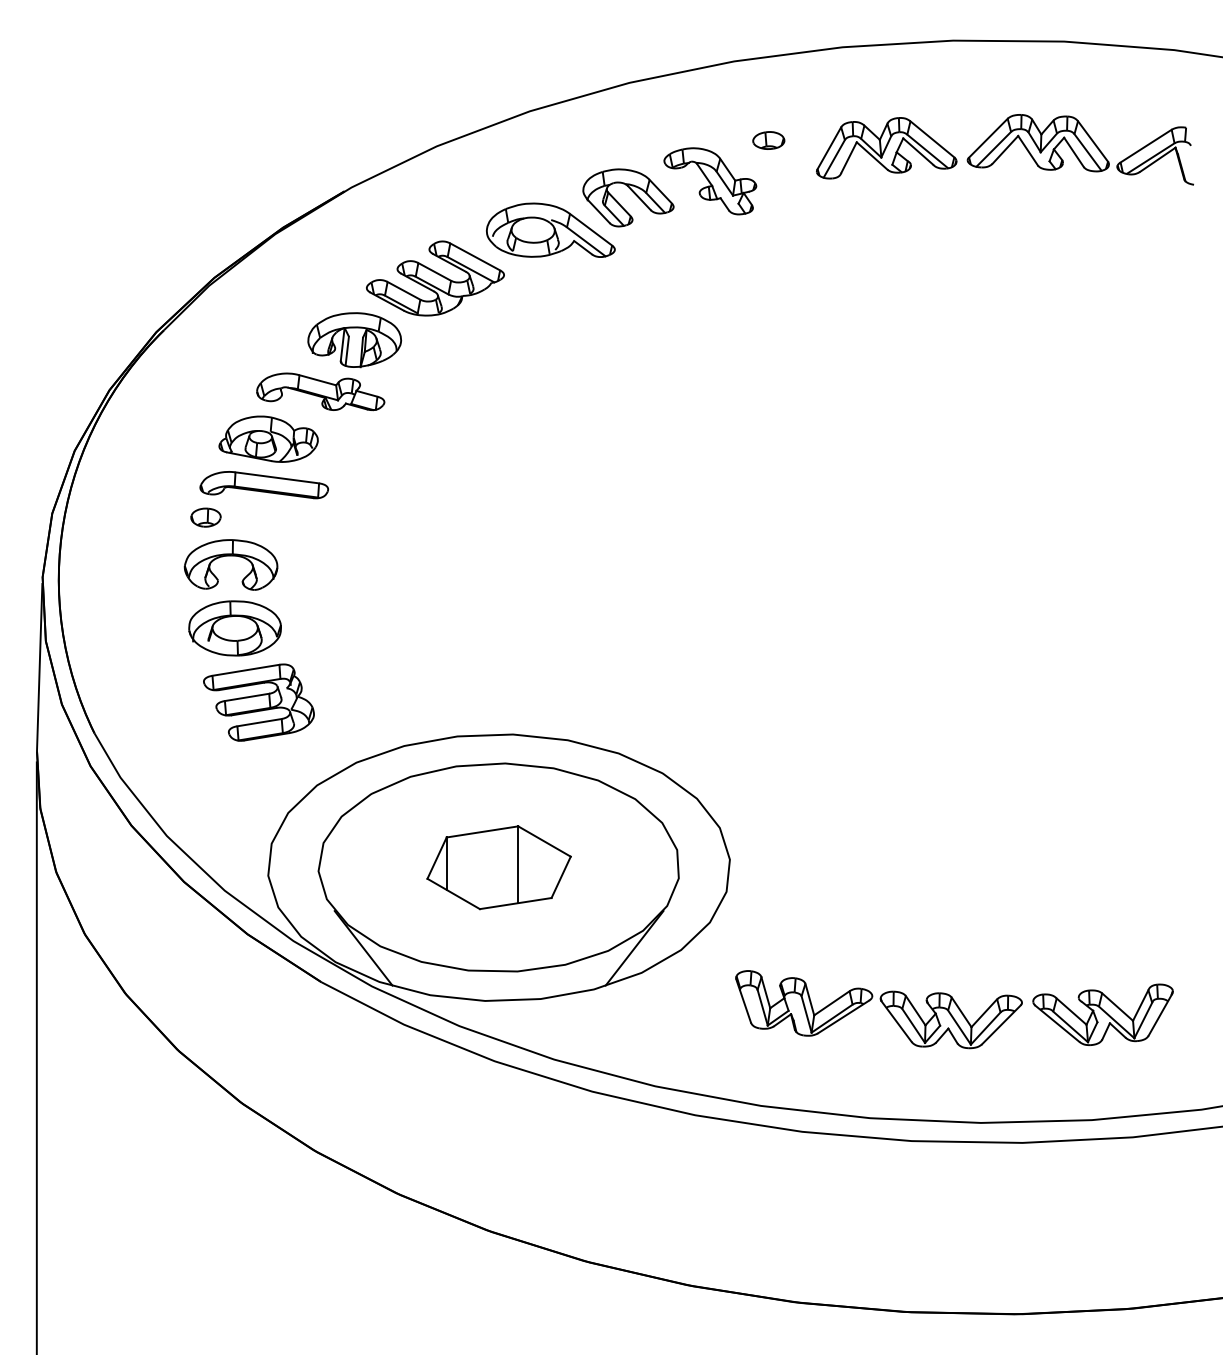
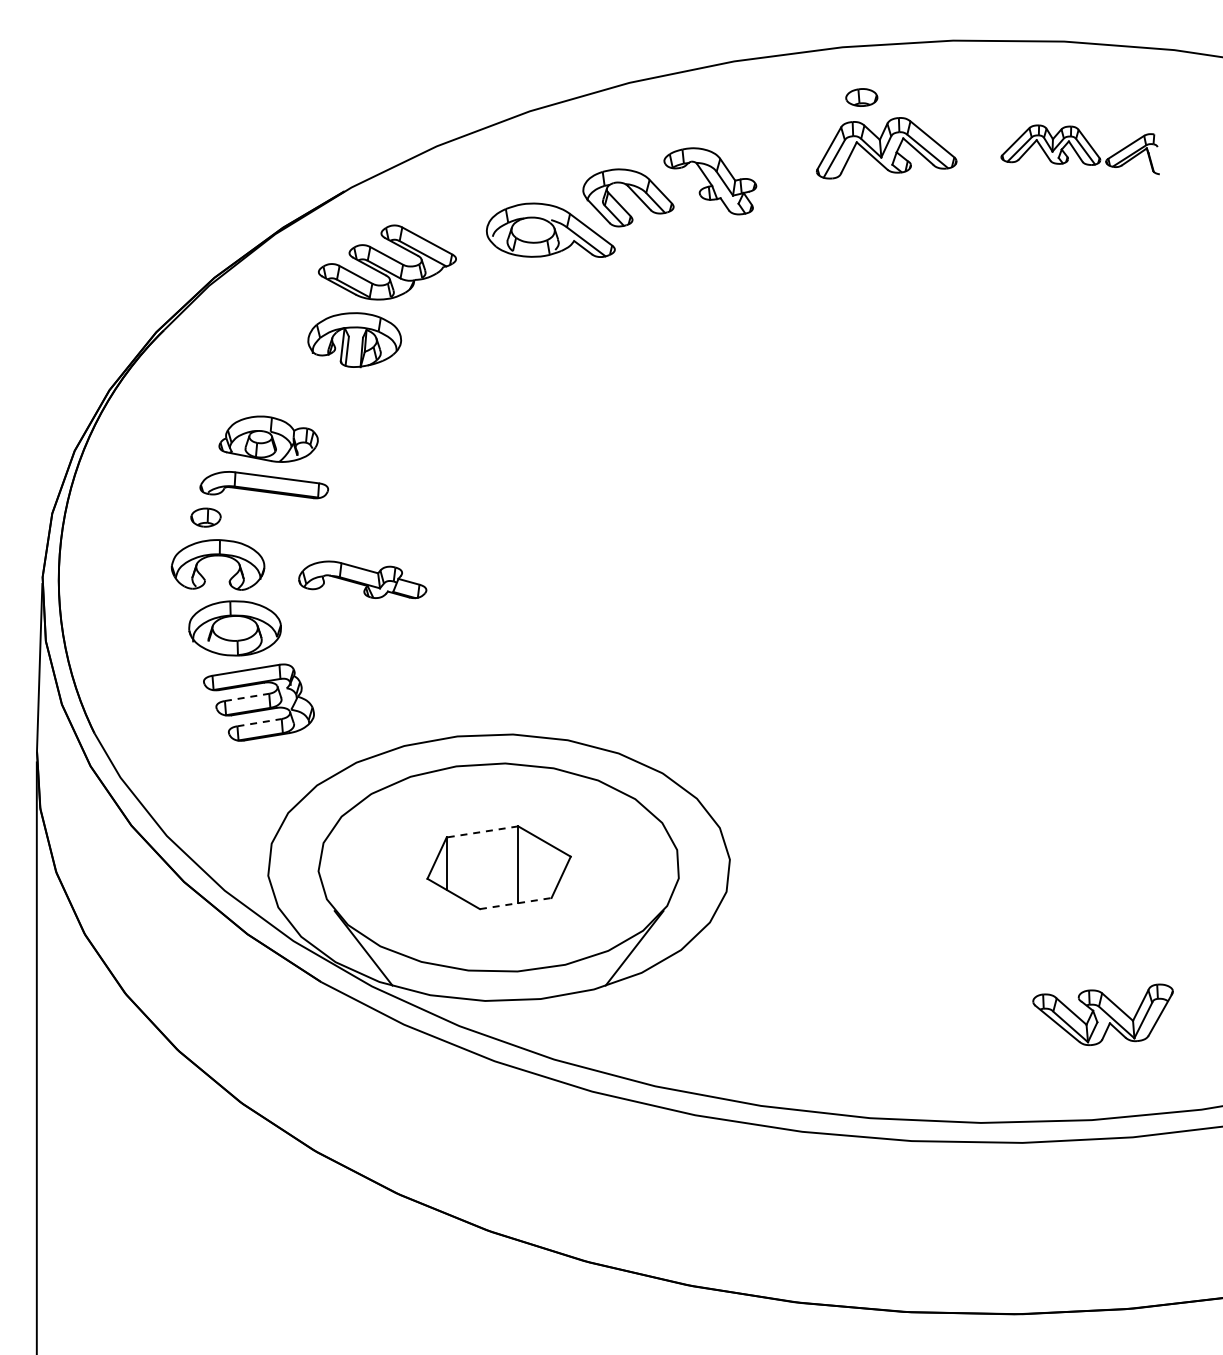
part at (768, 140) position: (768, 140) -> (861, 97)
part at (1079, 149) size: 228x72 px -> 160x52 px
part at (435, 278) position: (435, 278) -> (387, 262)
part at (320, 391) position: (320, 391) -> (362, 579)
part at (230, 556) position: (230, 556) -> (217, 556)
line at (247, 697): solid -> dashed
line at (260, 722): solid -> dashed
line at (482, 832): solid -> dashed
line at (516, 903): solid -> dashed
part at (884, 1007): present -> none
